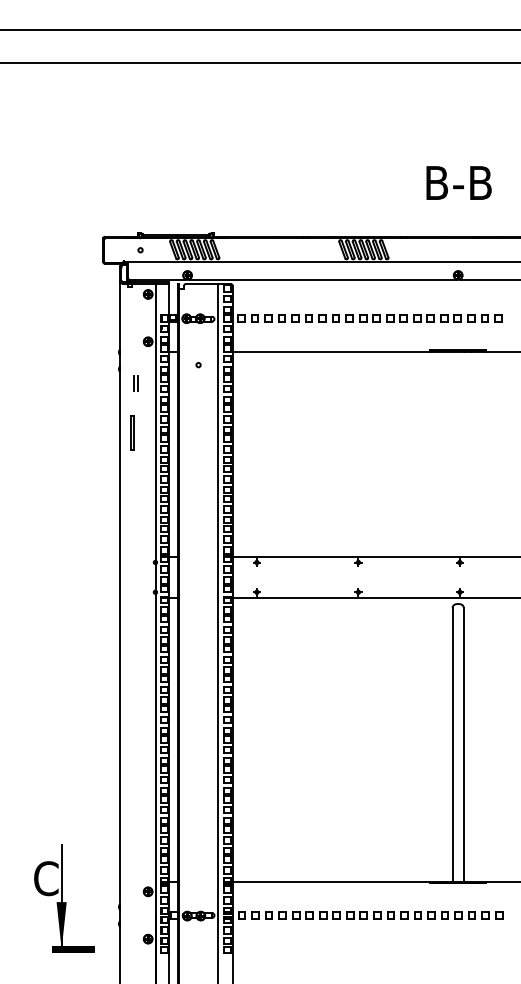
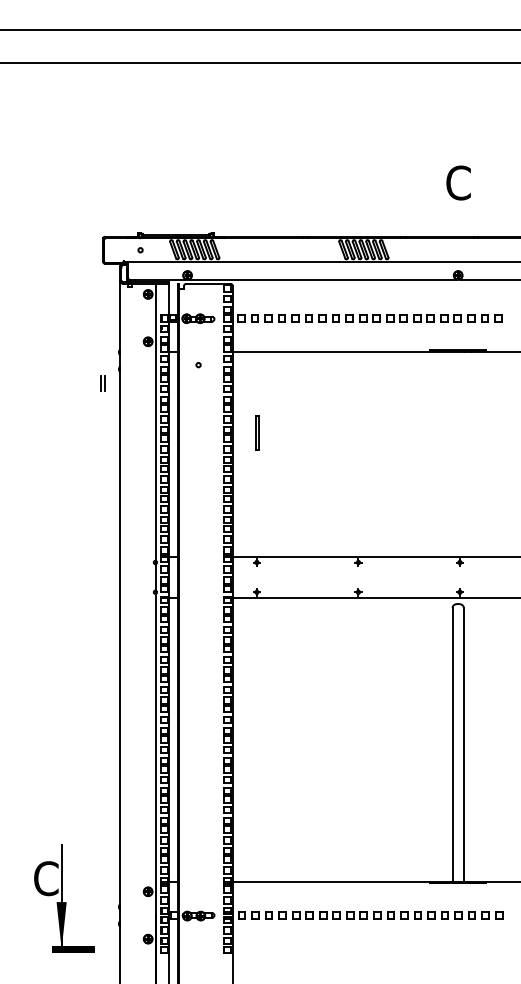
text at (458, 182): B-B -> C
part at (135, 383) position: (135, 383) -> (102, 383)
line at (131, 432) position: (131, 432) -> (256, 432)
line at (217, 631): present -> none
